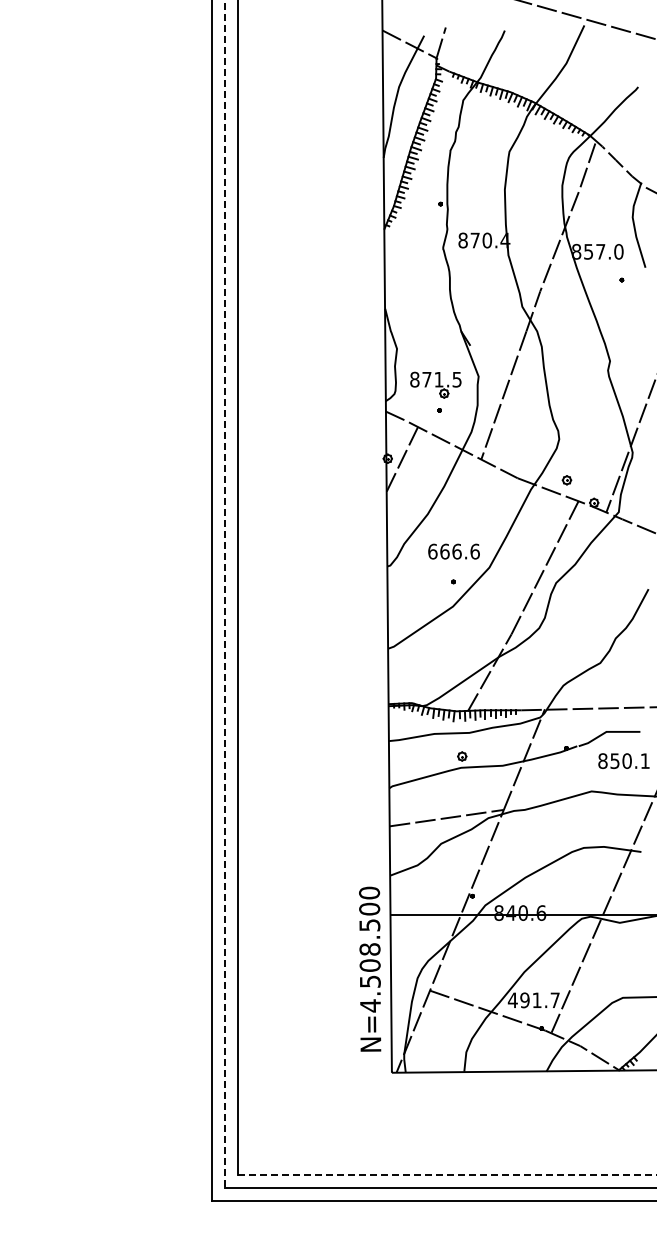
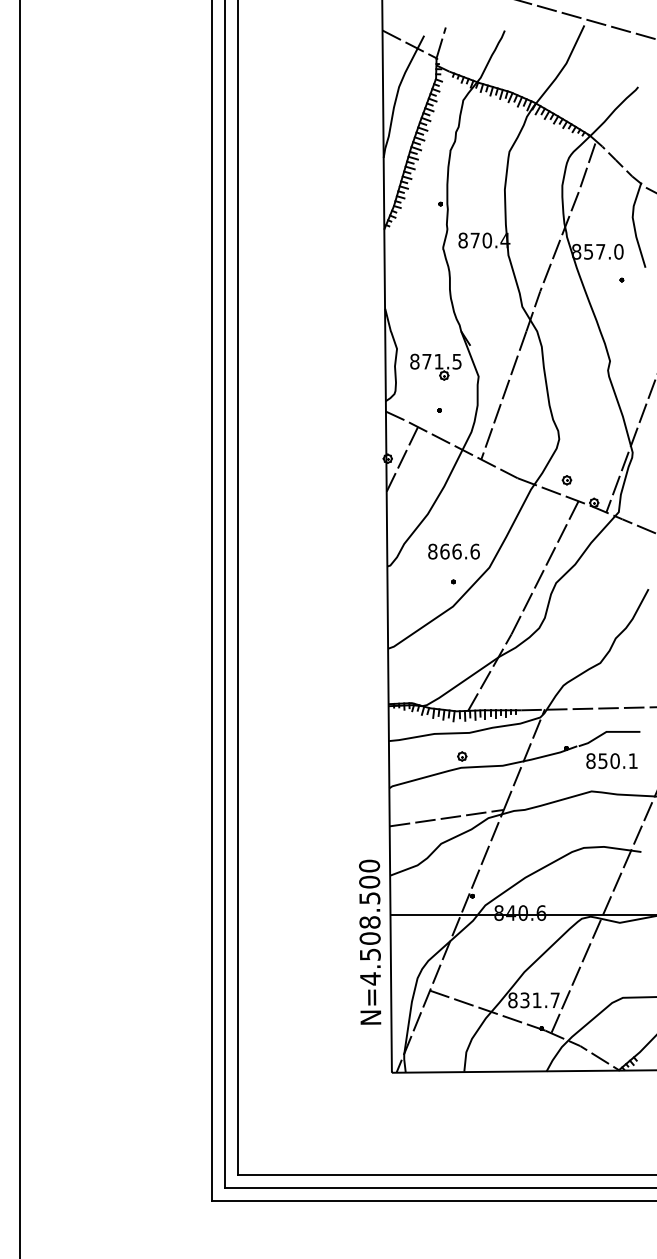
part at (435, 384) position: (435, 384) -> (435, 366)
text at (432, 551): 666.6 -> 866.6
line at (225, 594): dashed -> solid
line at (19, 628): none -> present
text at (623, 760) position: (623, 760) -> (611, 760)
text at (370, 968) position: (370, 968) -> (370, 941)
text at (518, 1000): 491.7 -> 831.7
line at (446, 1175): dashed -> solid
